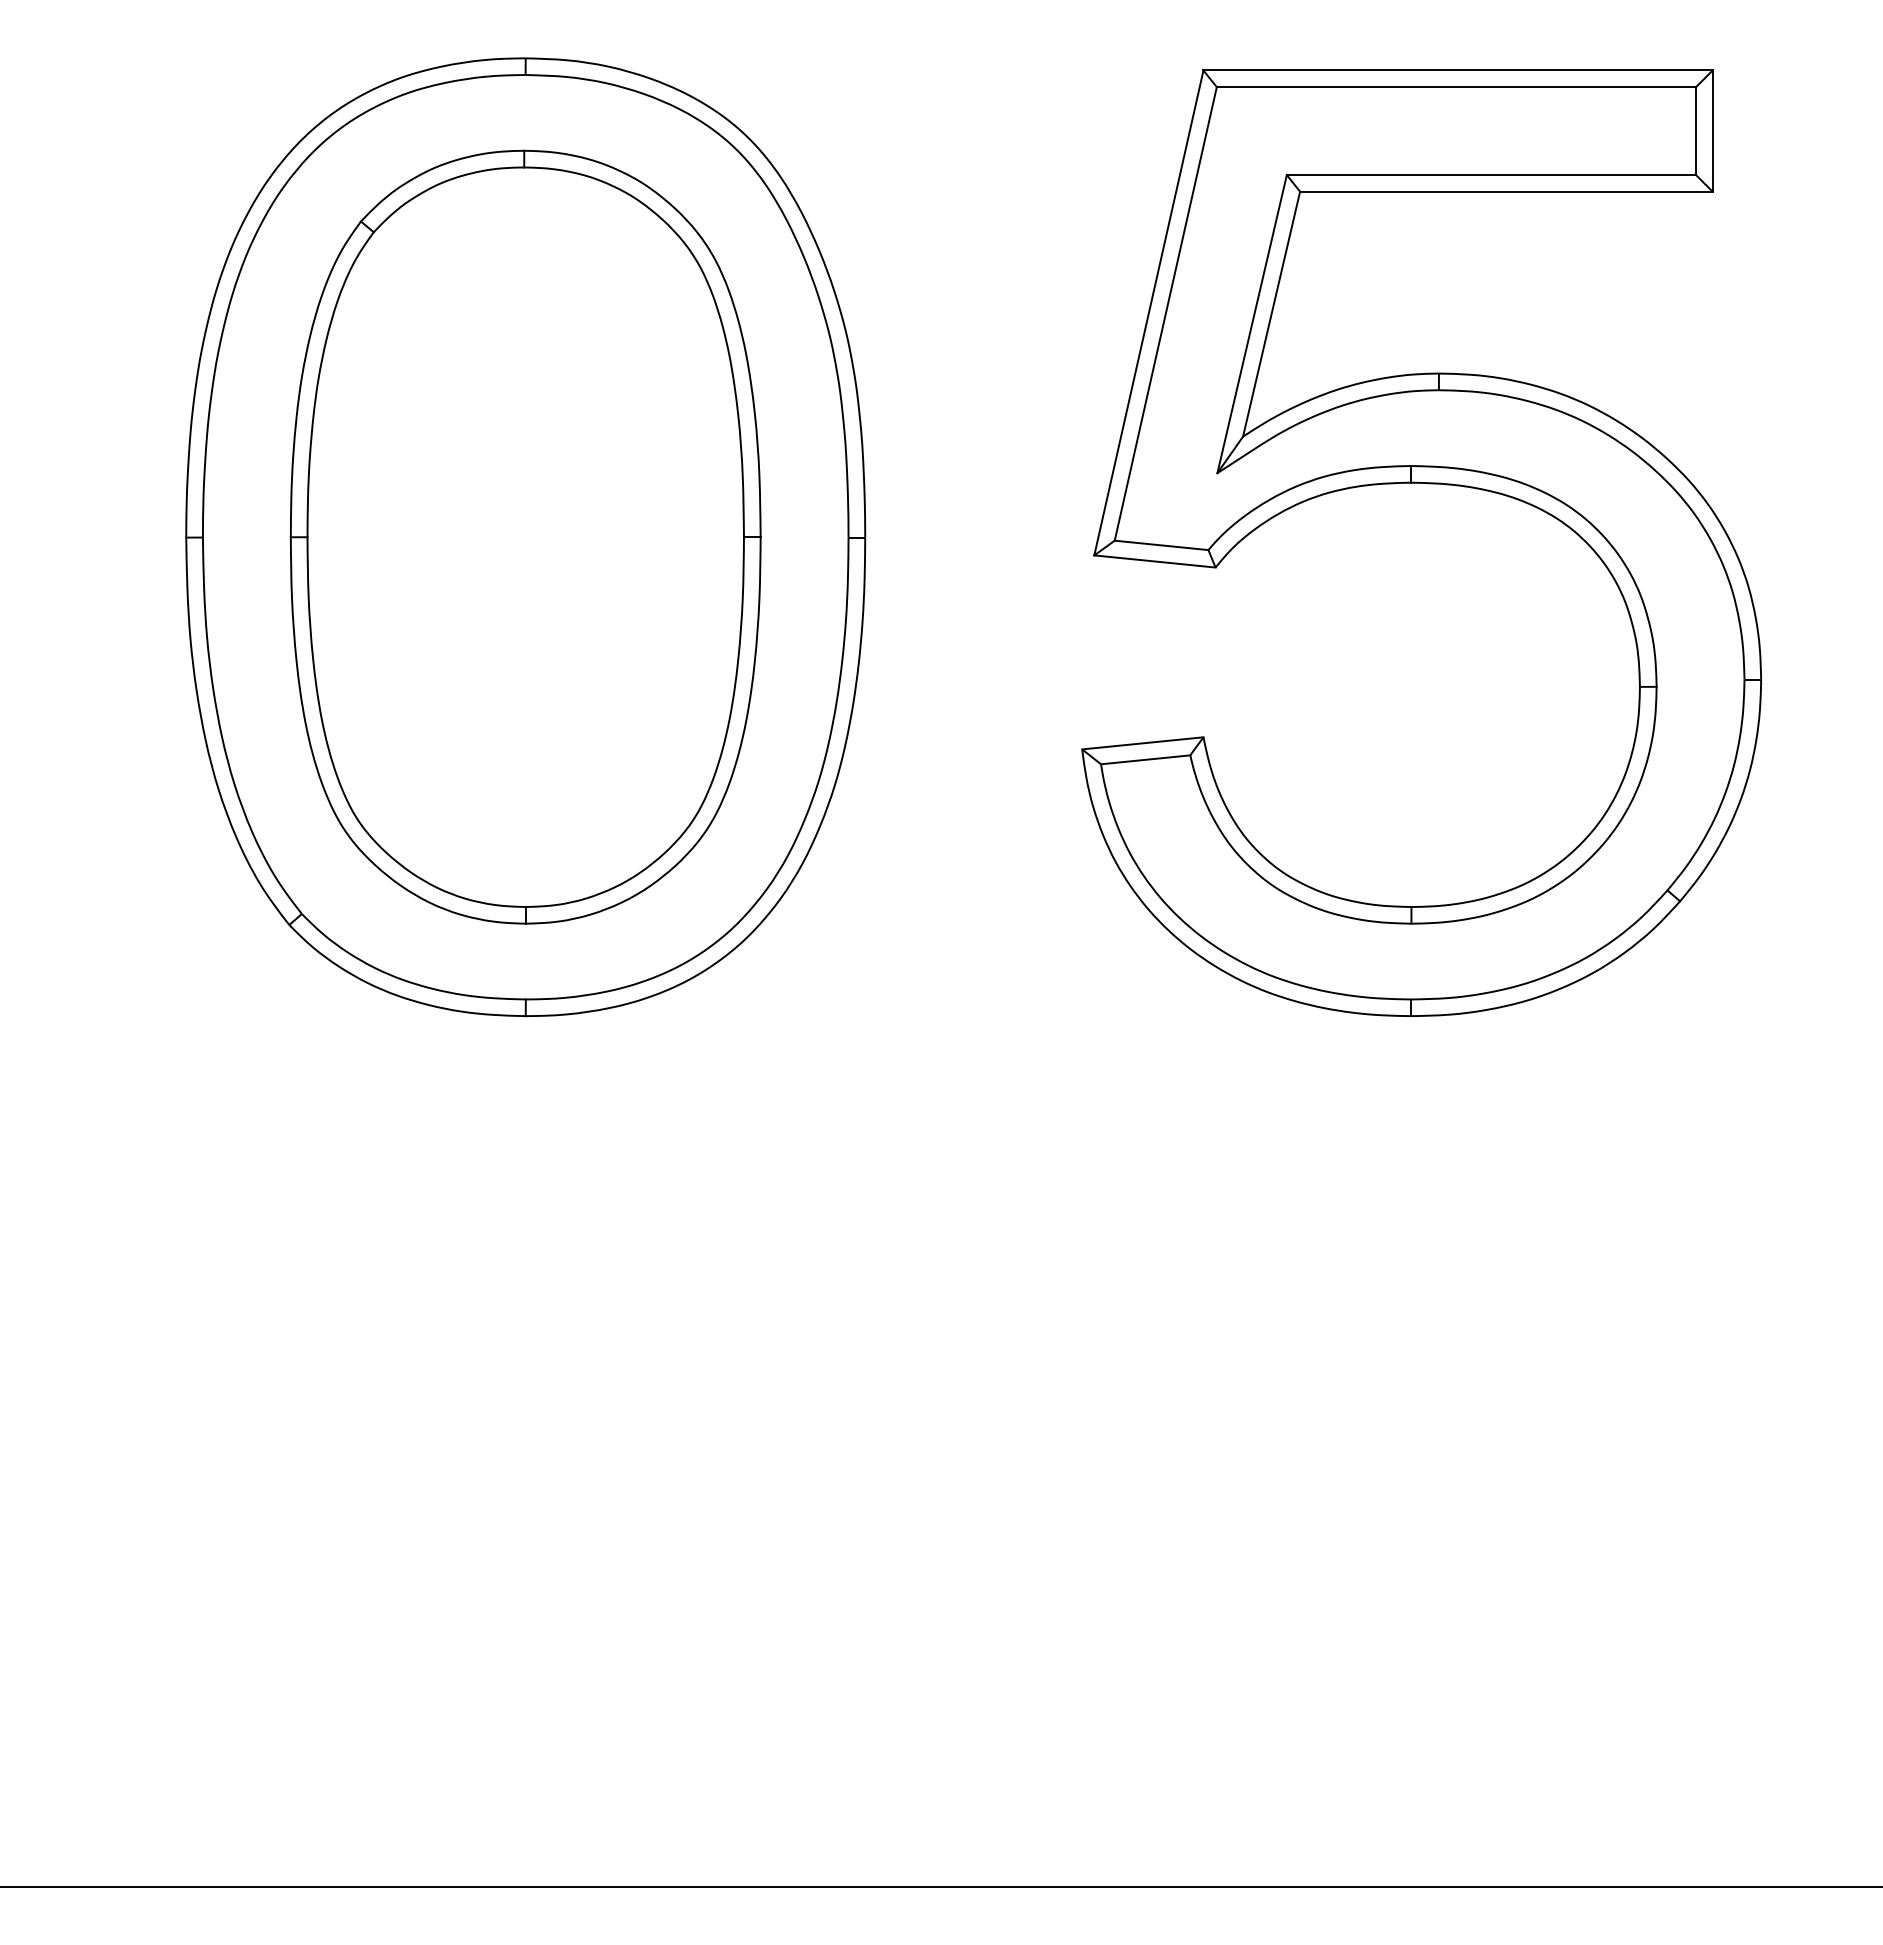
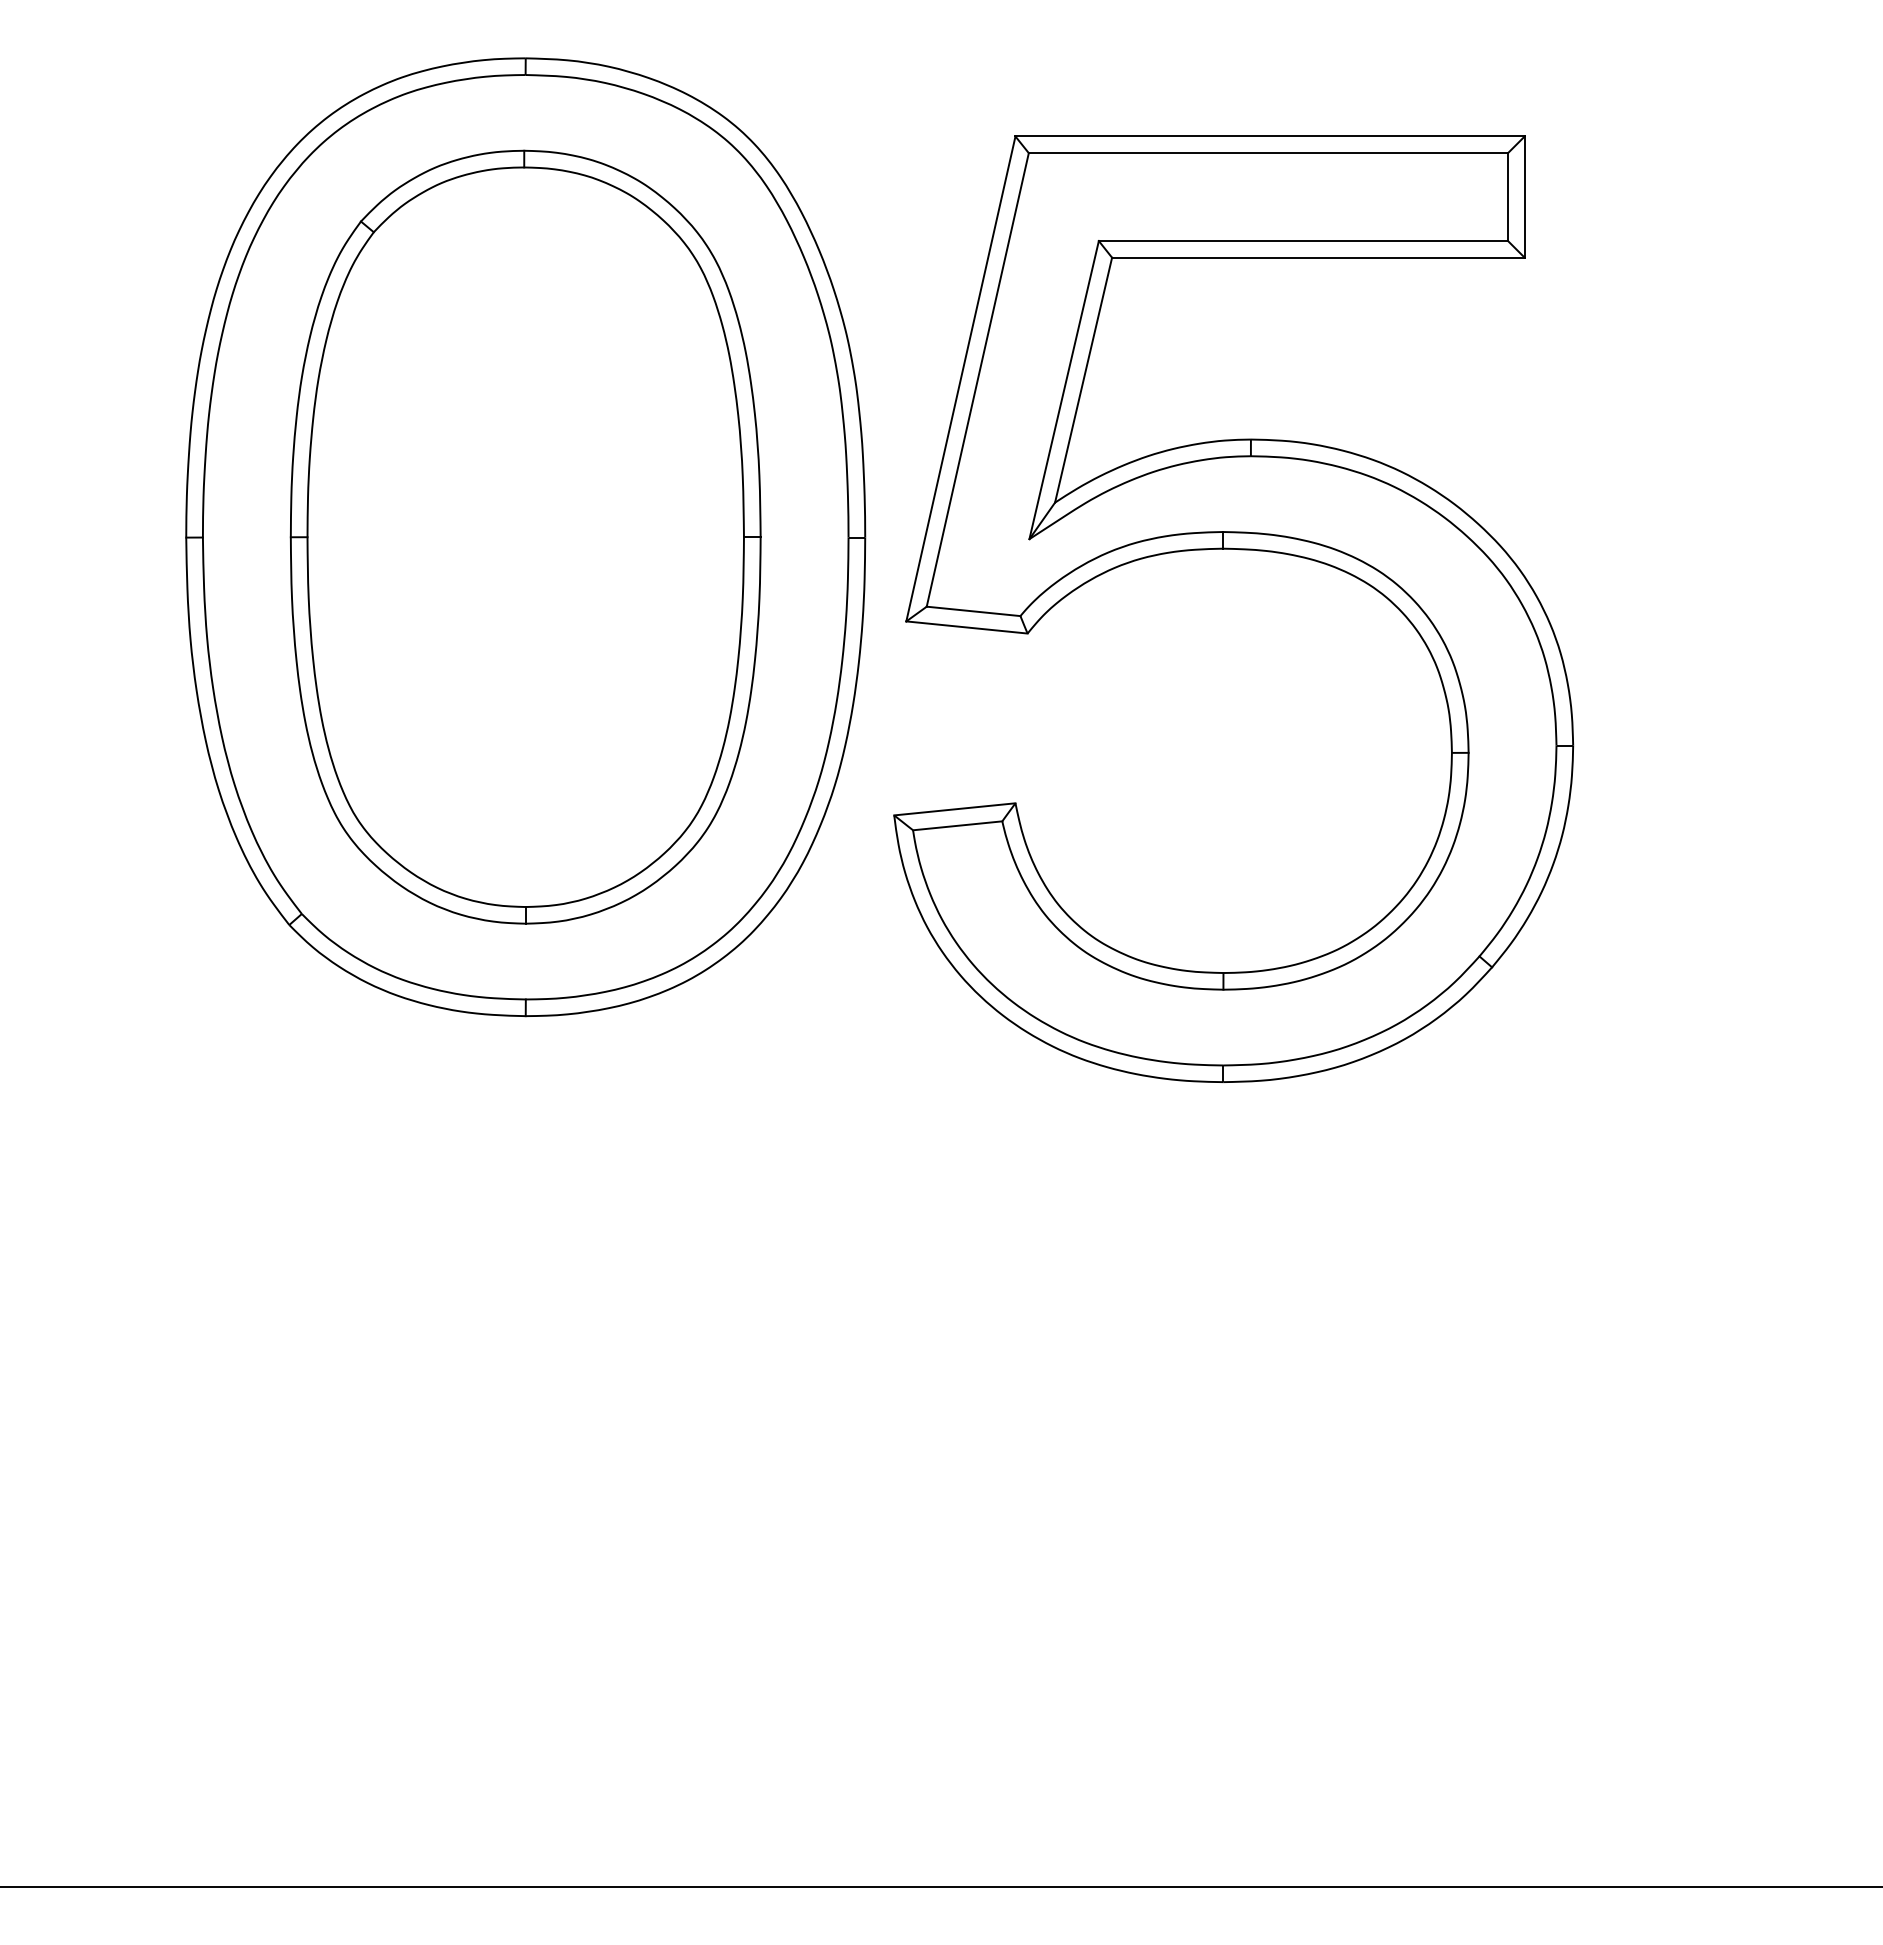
part at (1428, 484) position: (1428, 484) -> (1240, 550)
